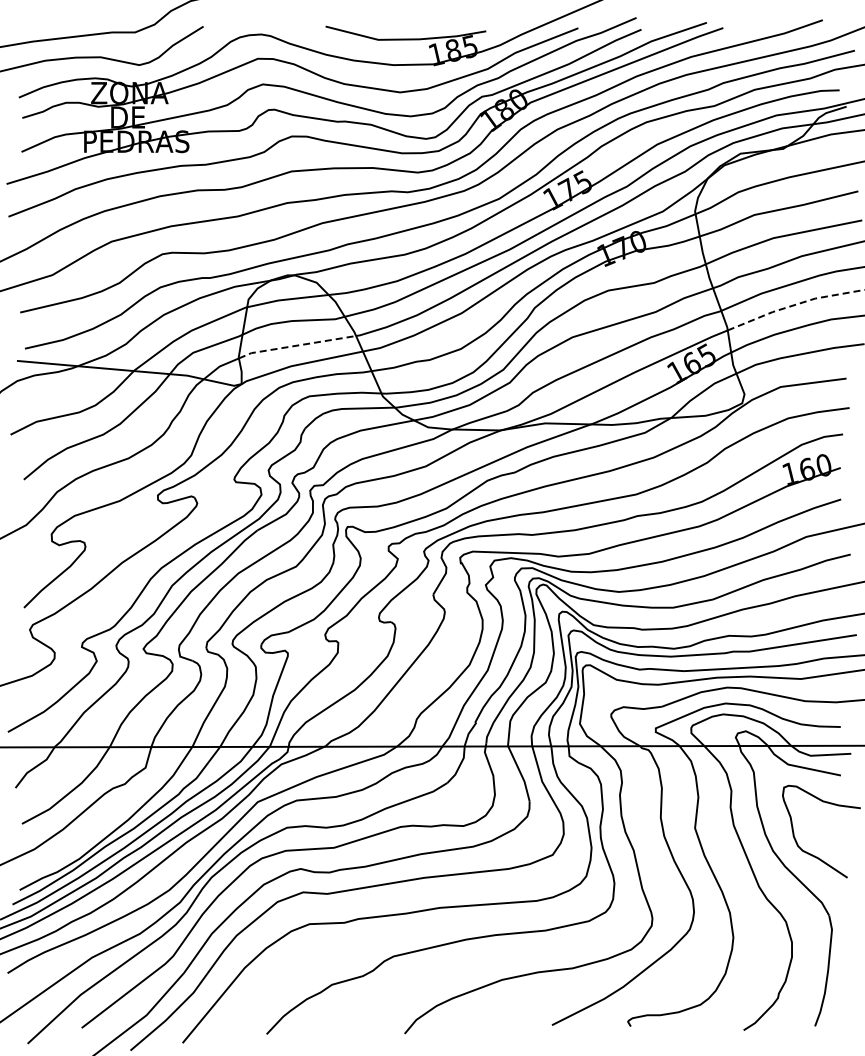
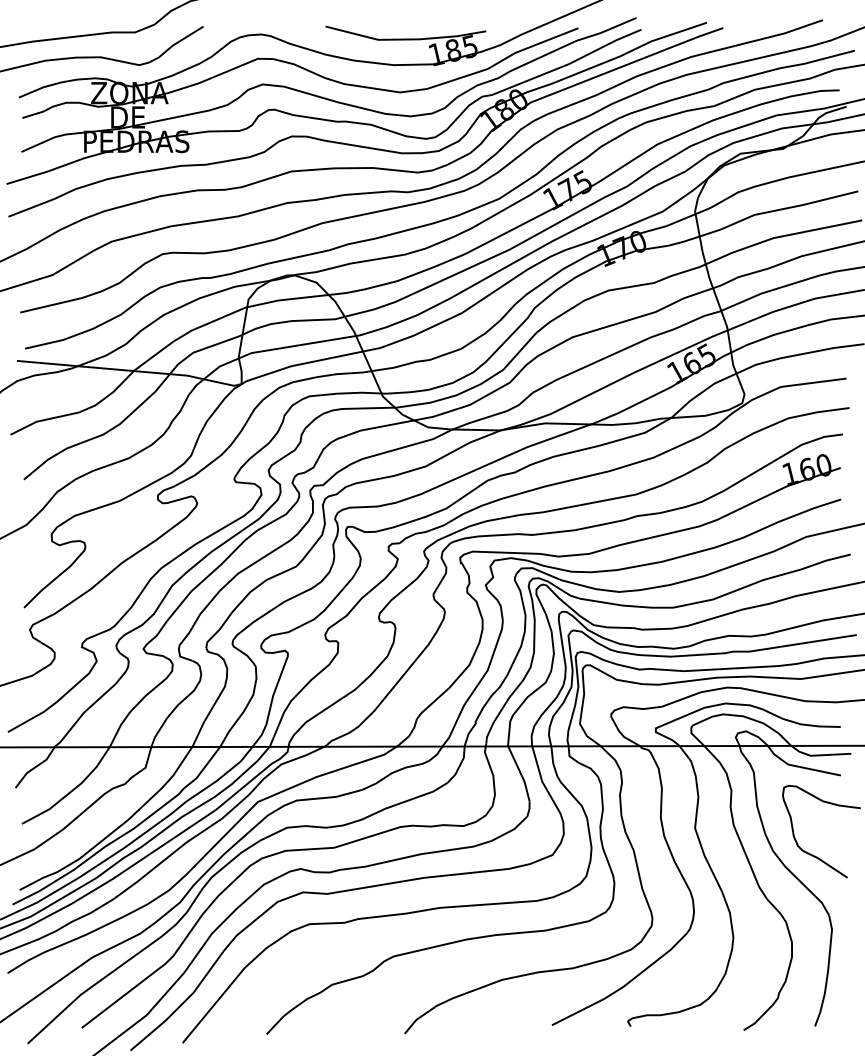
line at (795, 304): dashed -> solid
line at (296, 345): dashed -> solid
